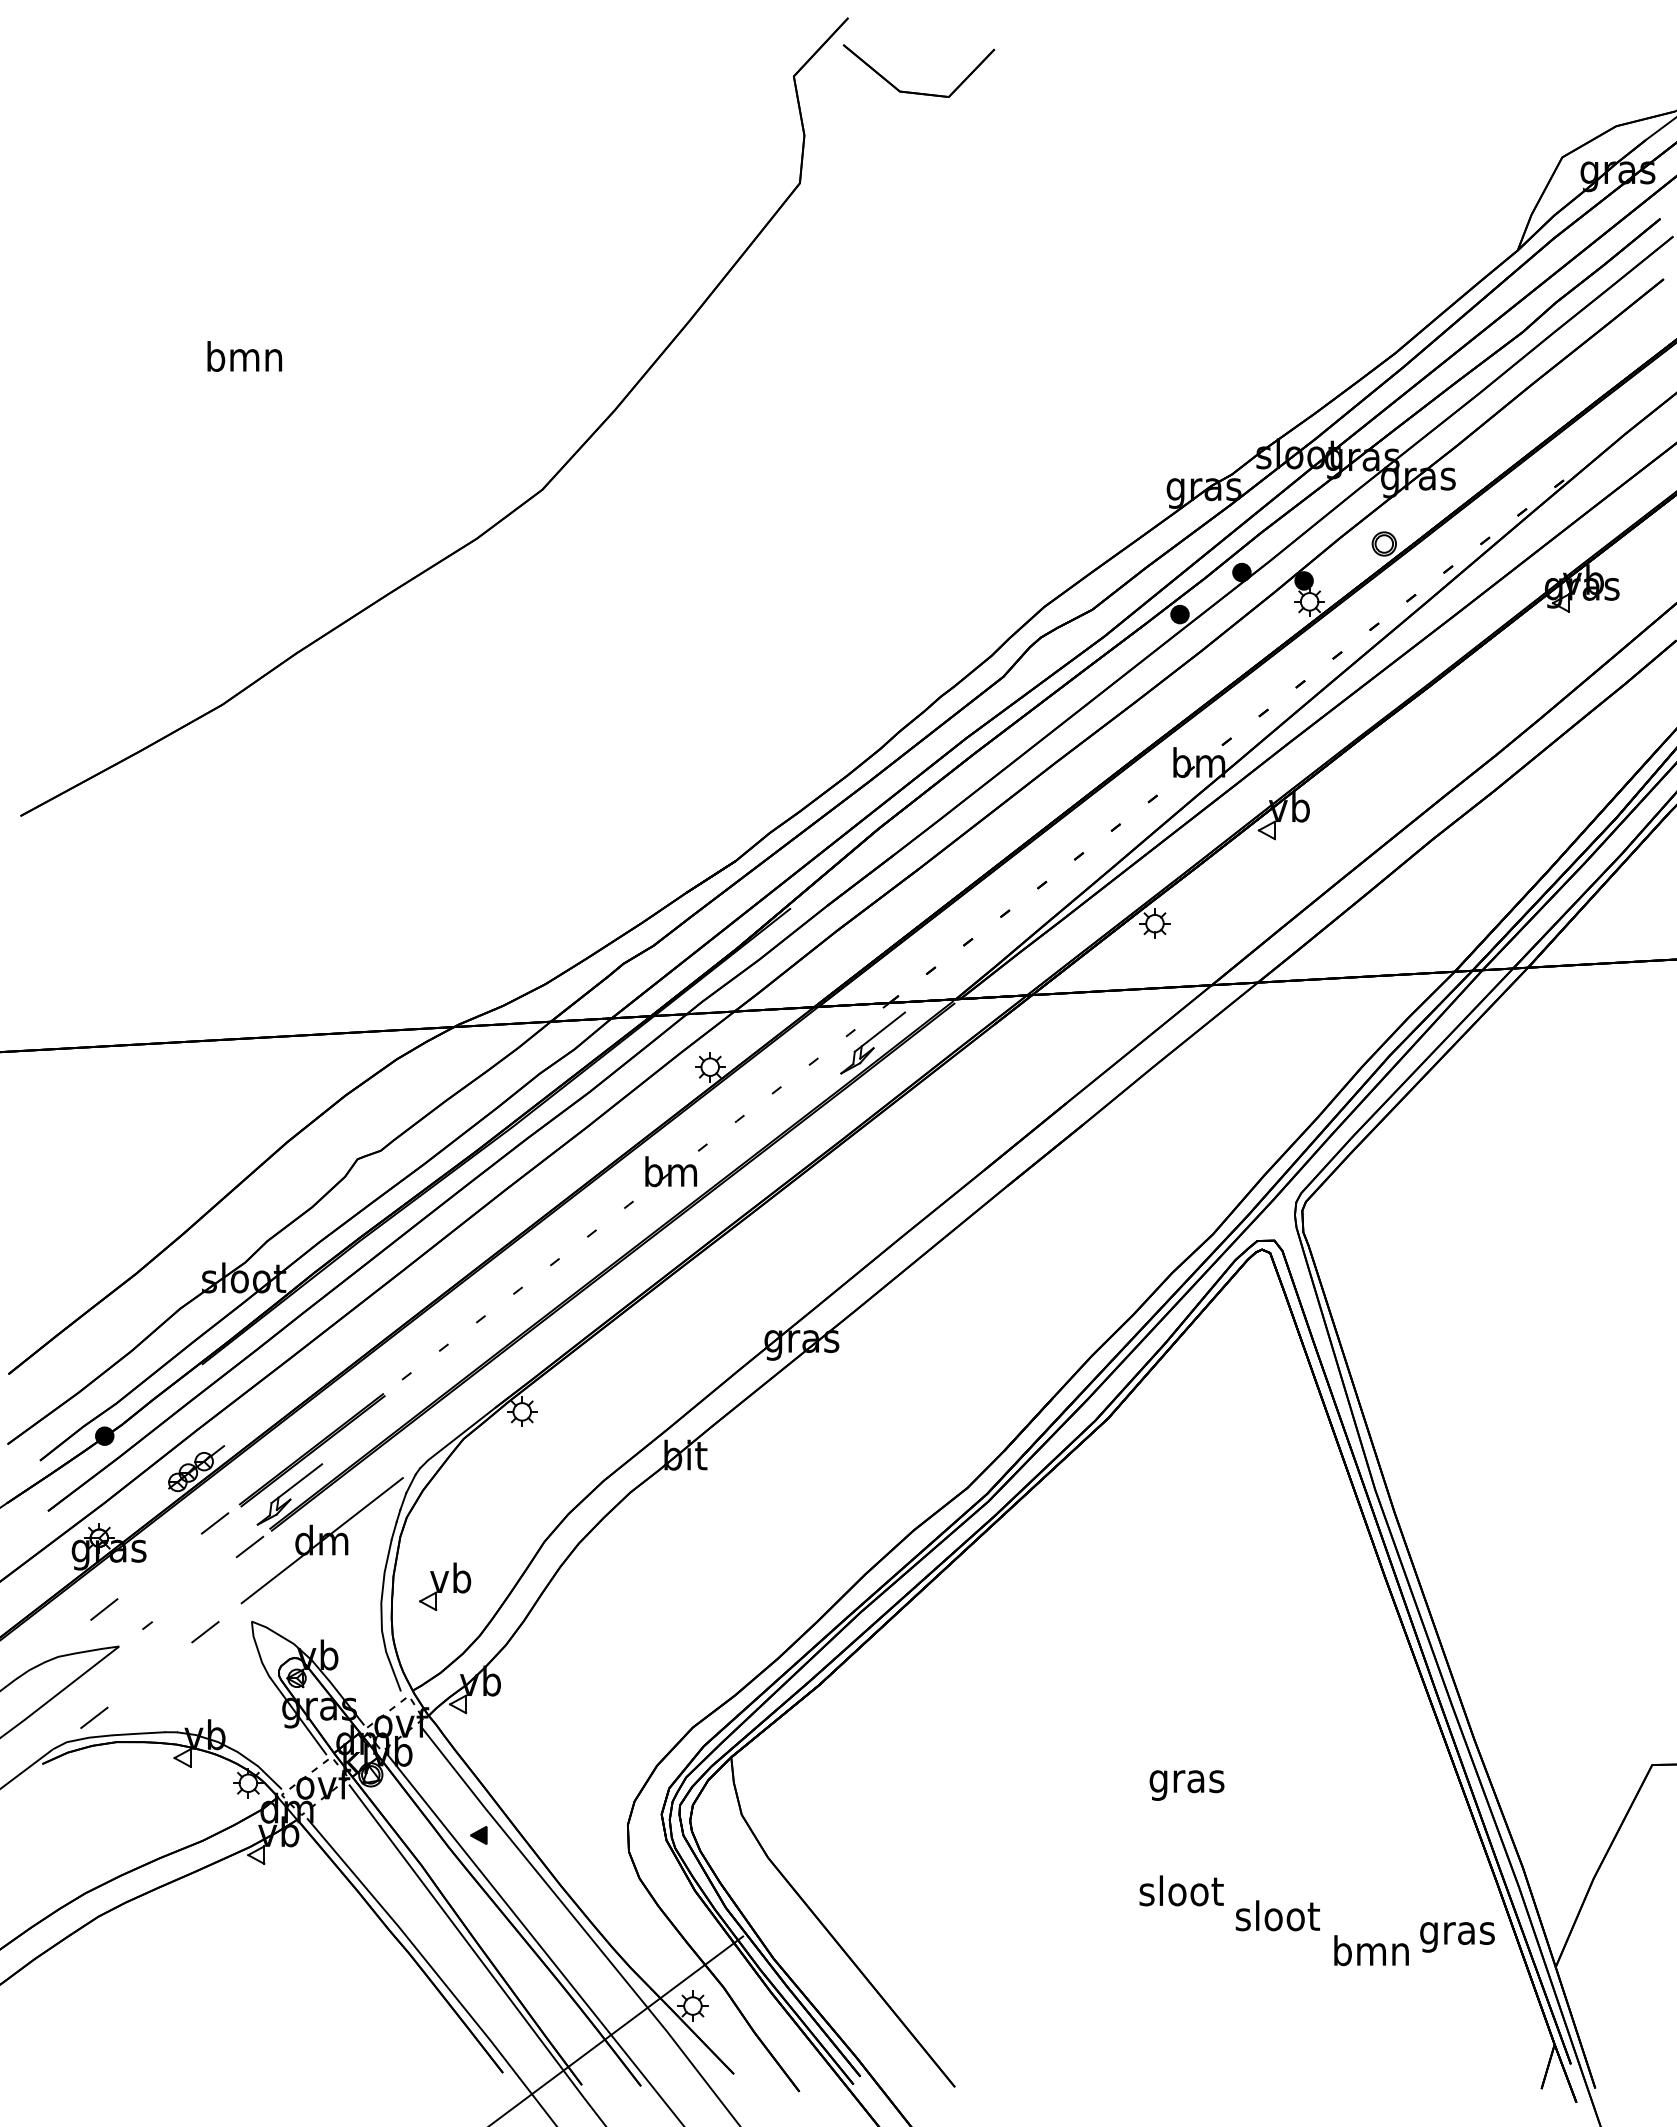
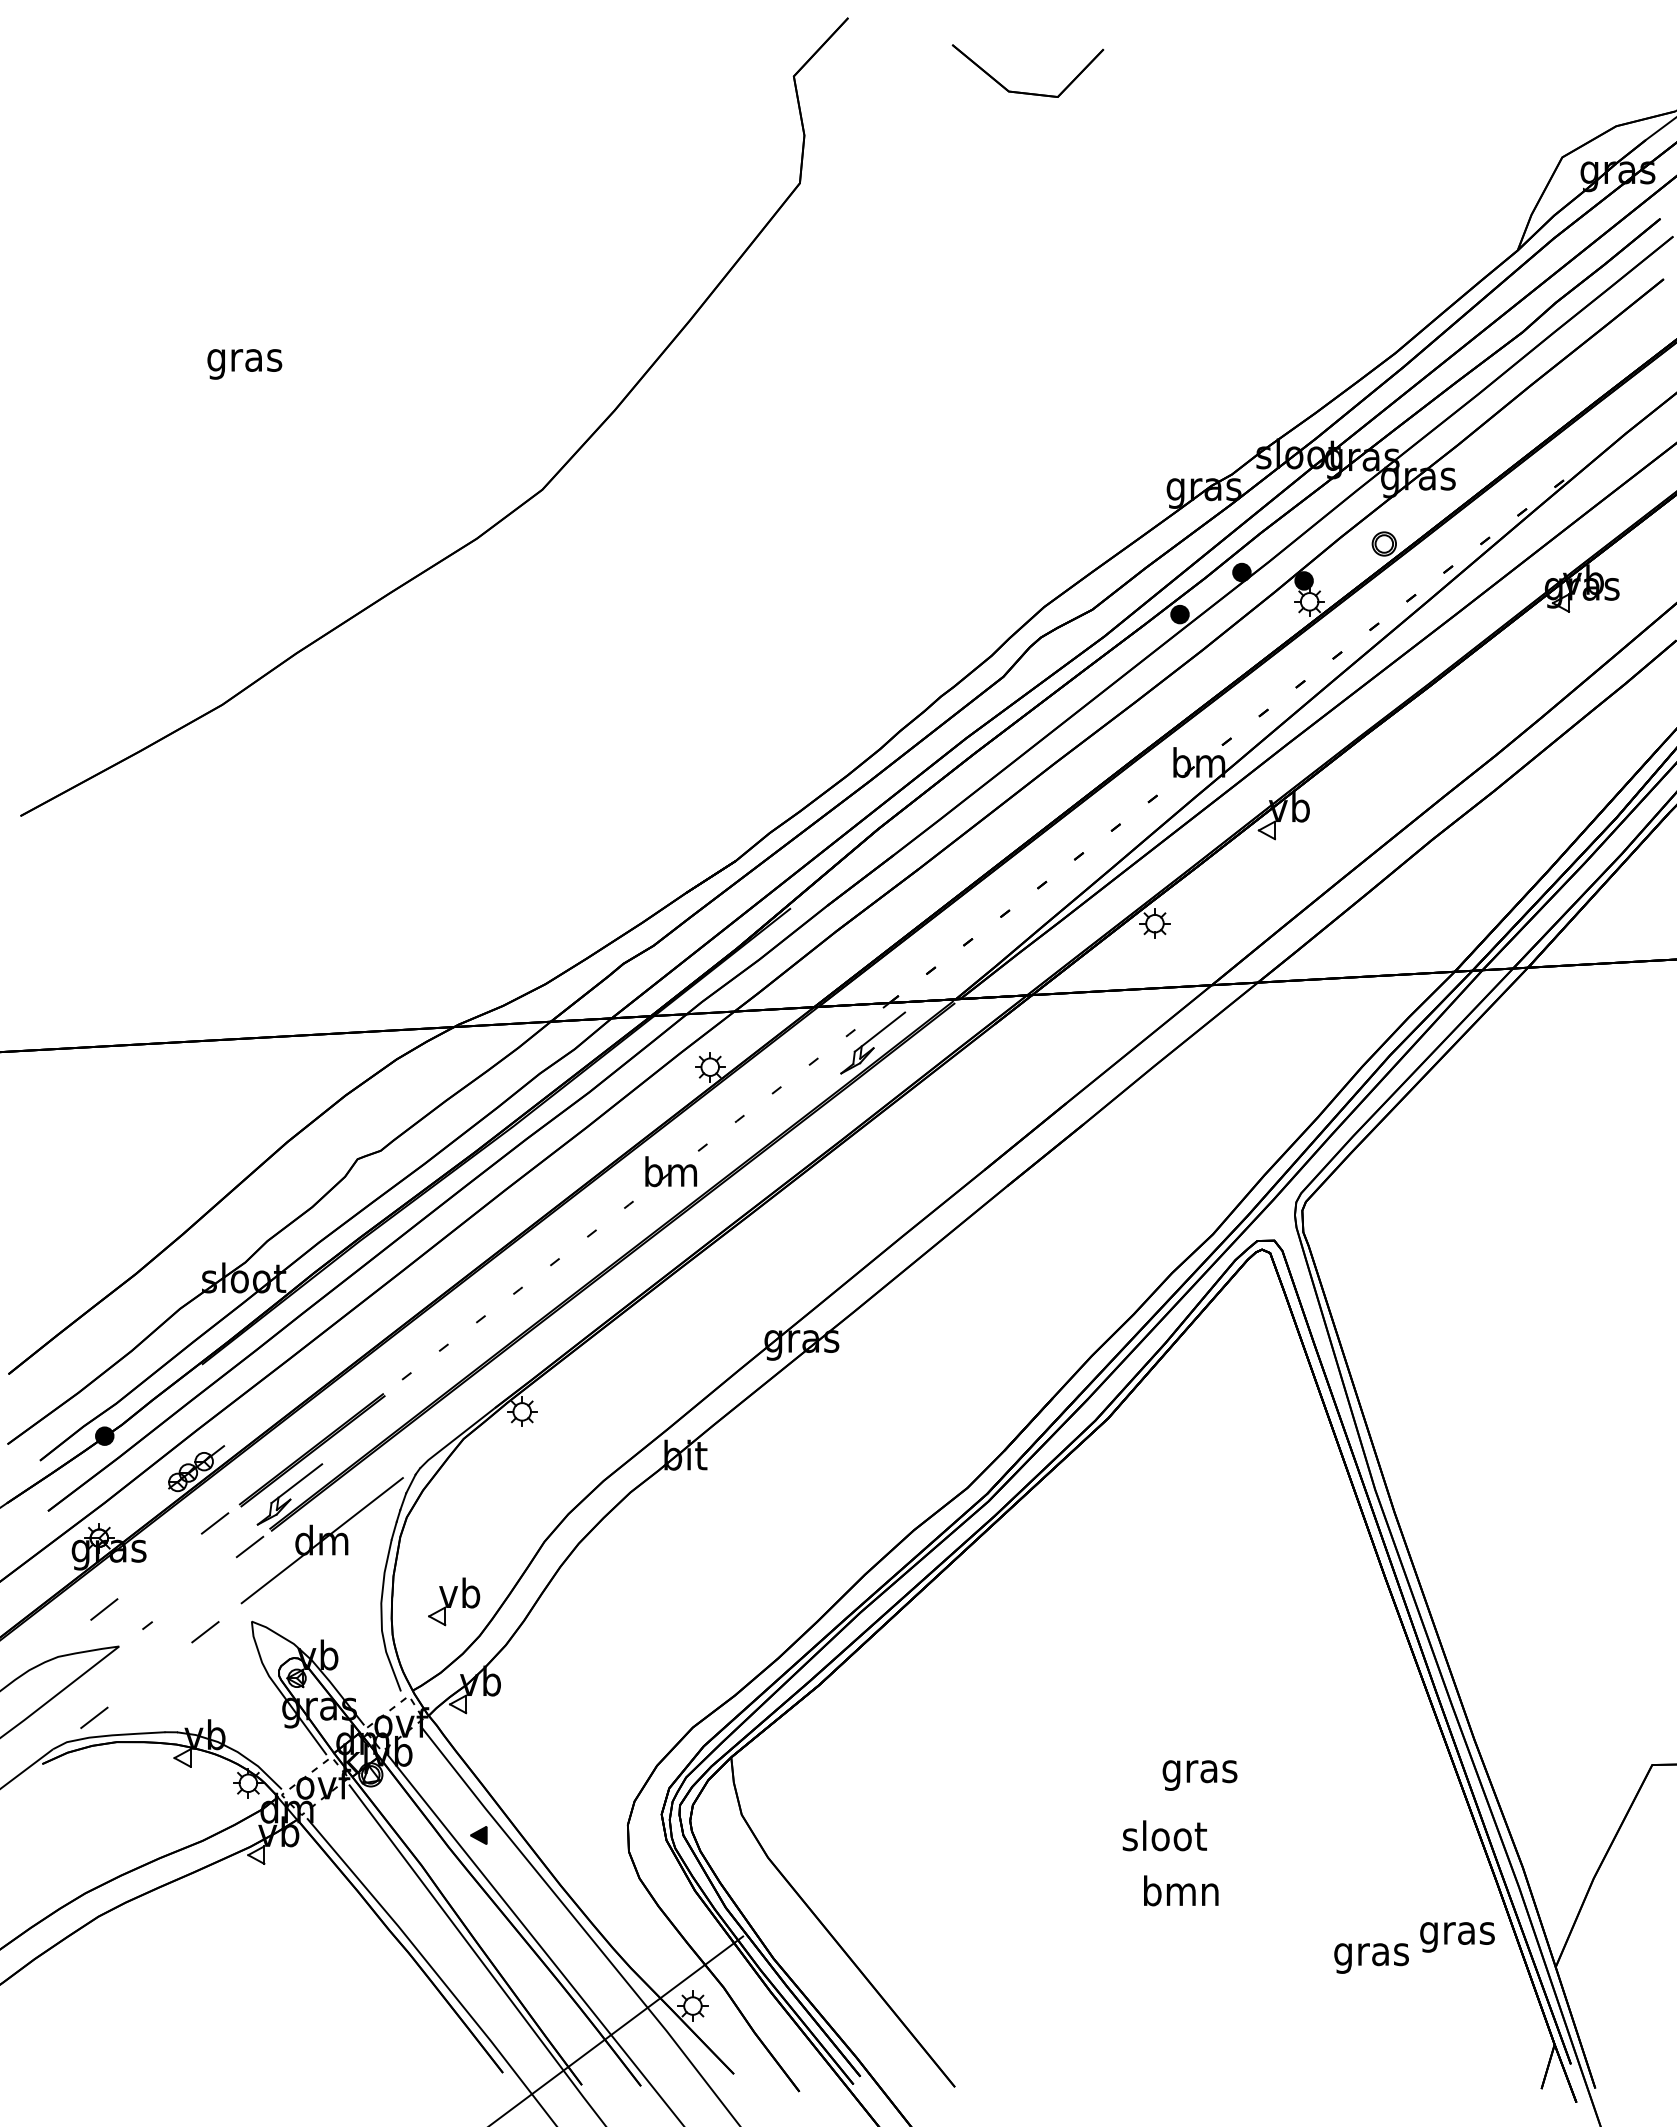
part at (918, 92) position: (918, 92) -> (1027, 92)
text at (244, 360): bmn -> gras
part at (445, 1586) position: (445, 1586) -> (454, 1601)
text at (1186, 1785) position: (1186, 1785) -> (1199, 1775)
text at (1181, 1890): sloot -> bmn
text at (1277, 1915) position: (1277, 1915) -> (1164, 1835)
text at (1371, 1954): bmn -> gras
